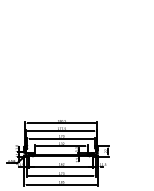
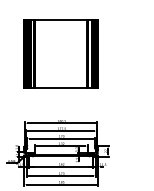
part at (60, 53): none -> present
